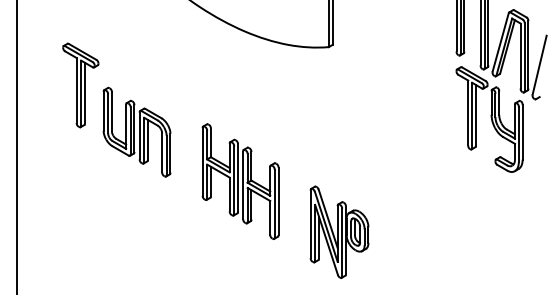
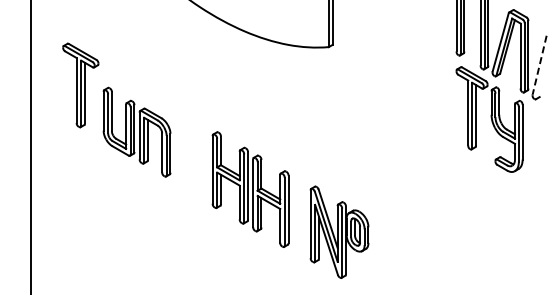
line at (539, 65): solid -> dashed
line at (16, 146) position: (16, 146) -> (30, 146)
part at (240, 181) position: (240, 181) -> (250, 189)
